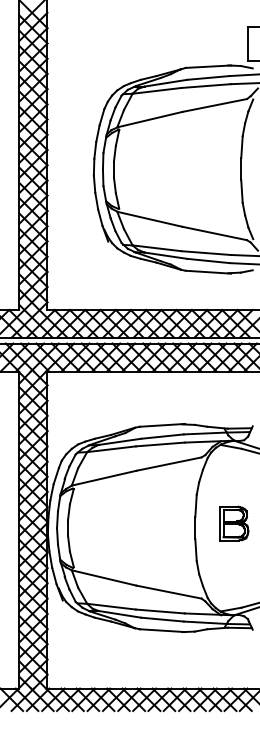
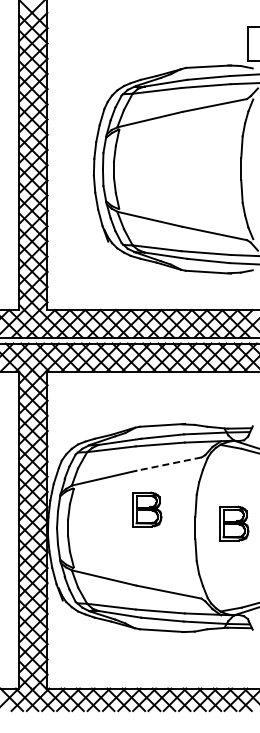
line at (168, 464): solid -> dashed
part at (147, 509): none -> present
